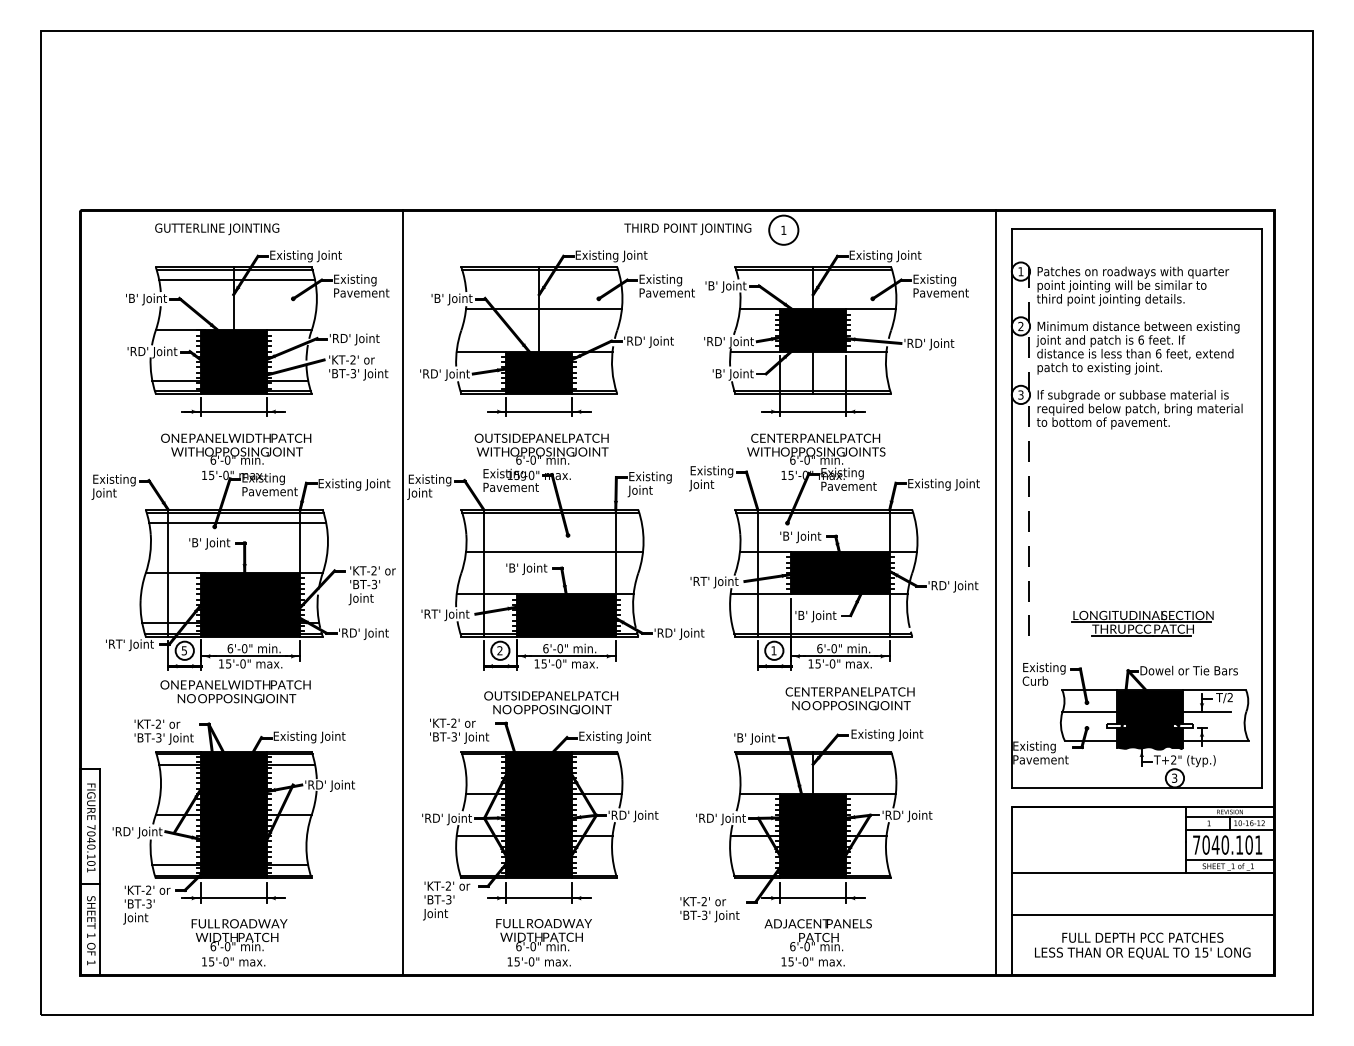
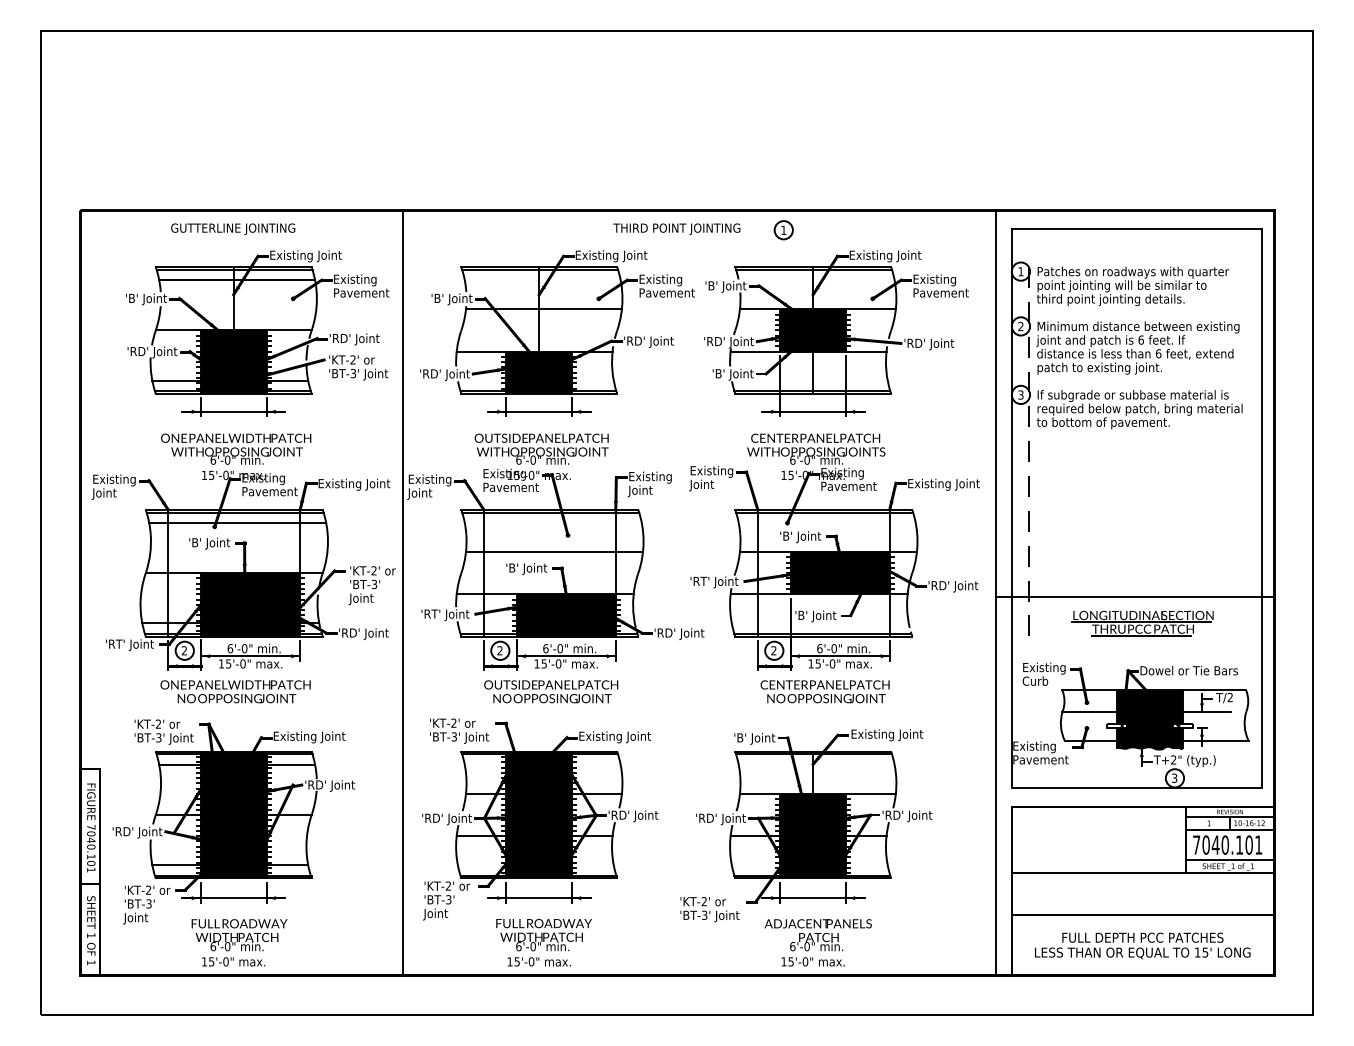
text at (217, 229) position: (217, 229) -> (233, 229)
text at (687, 229) position: (687, 229) -> (676, 229)
circle at (783, 229) diameter: 29 px -> 18 px
line at (1134, 597): none -> present
text at (183, 650): 5 -> 2
text at (773, 650): 1 -> 2
text at (849, 698) position: (849, 698) -> (824, 691)
text at (551, 702) position: (551, 702) -> (551, 691)
